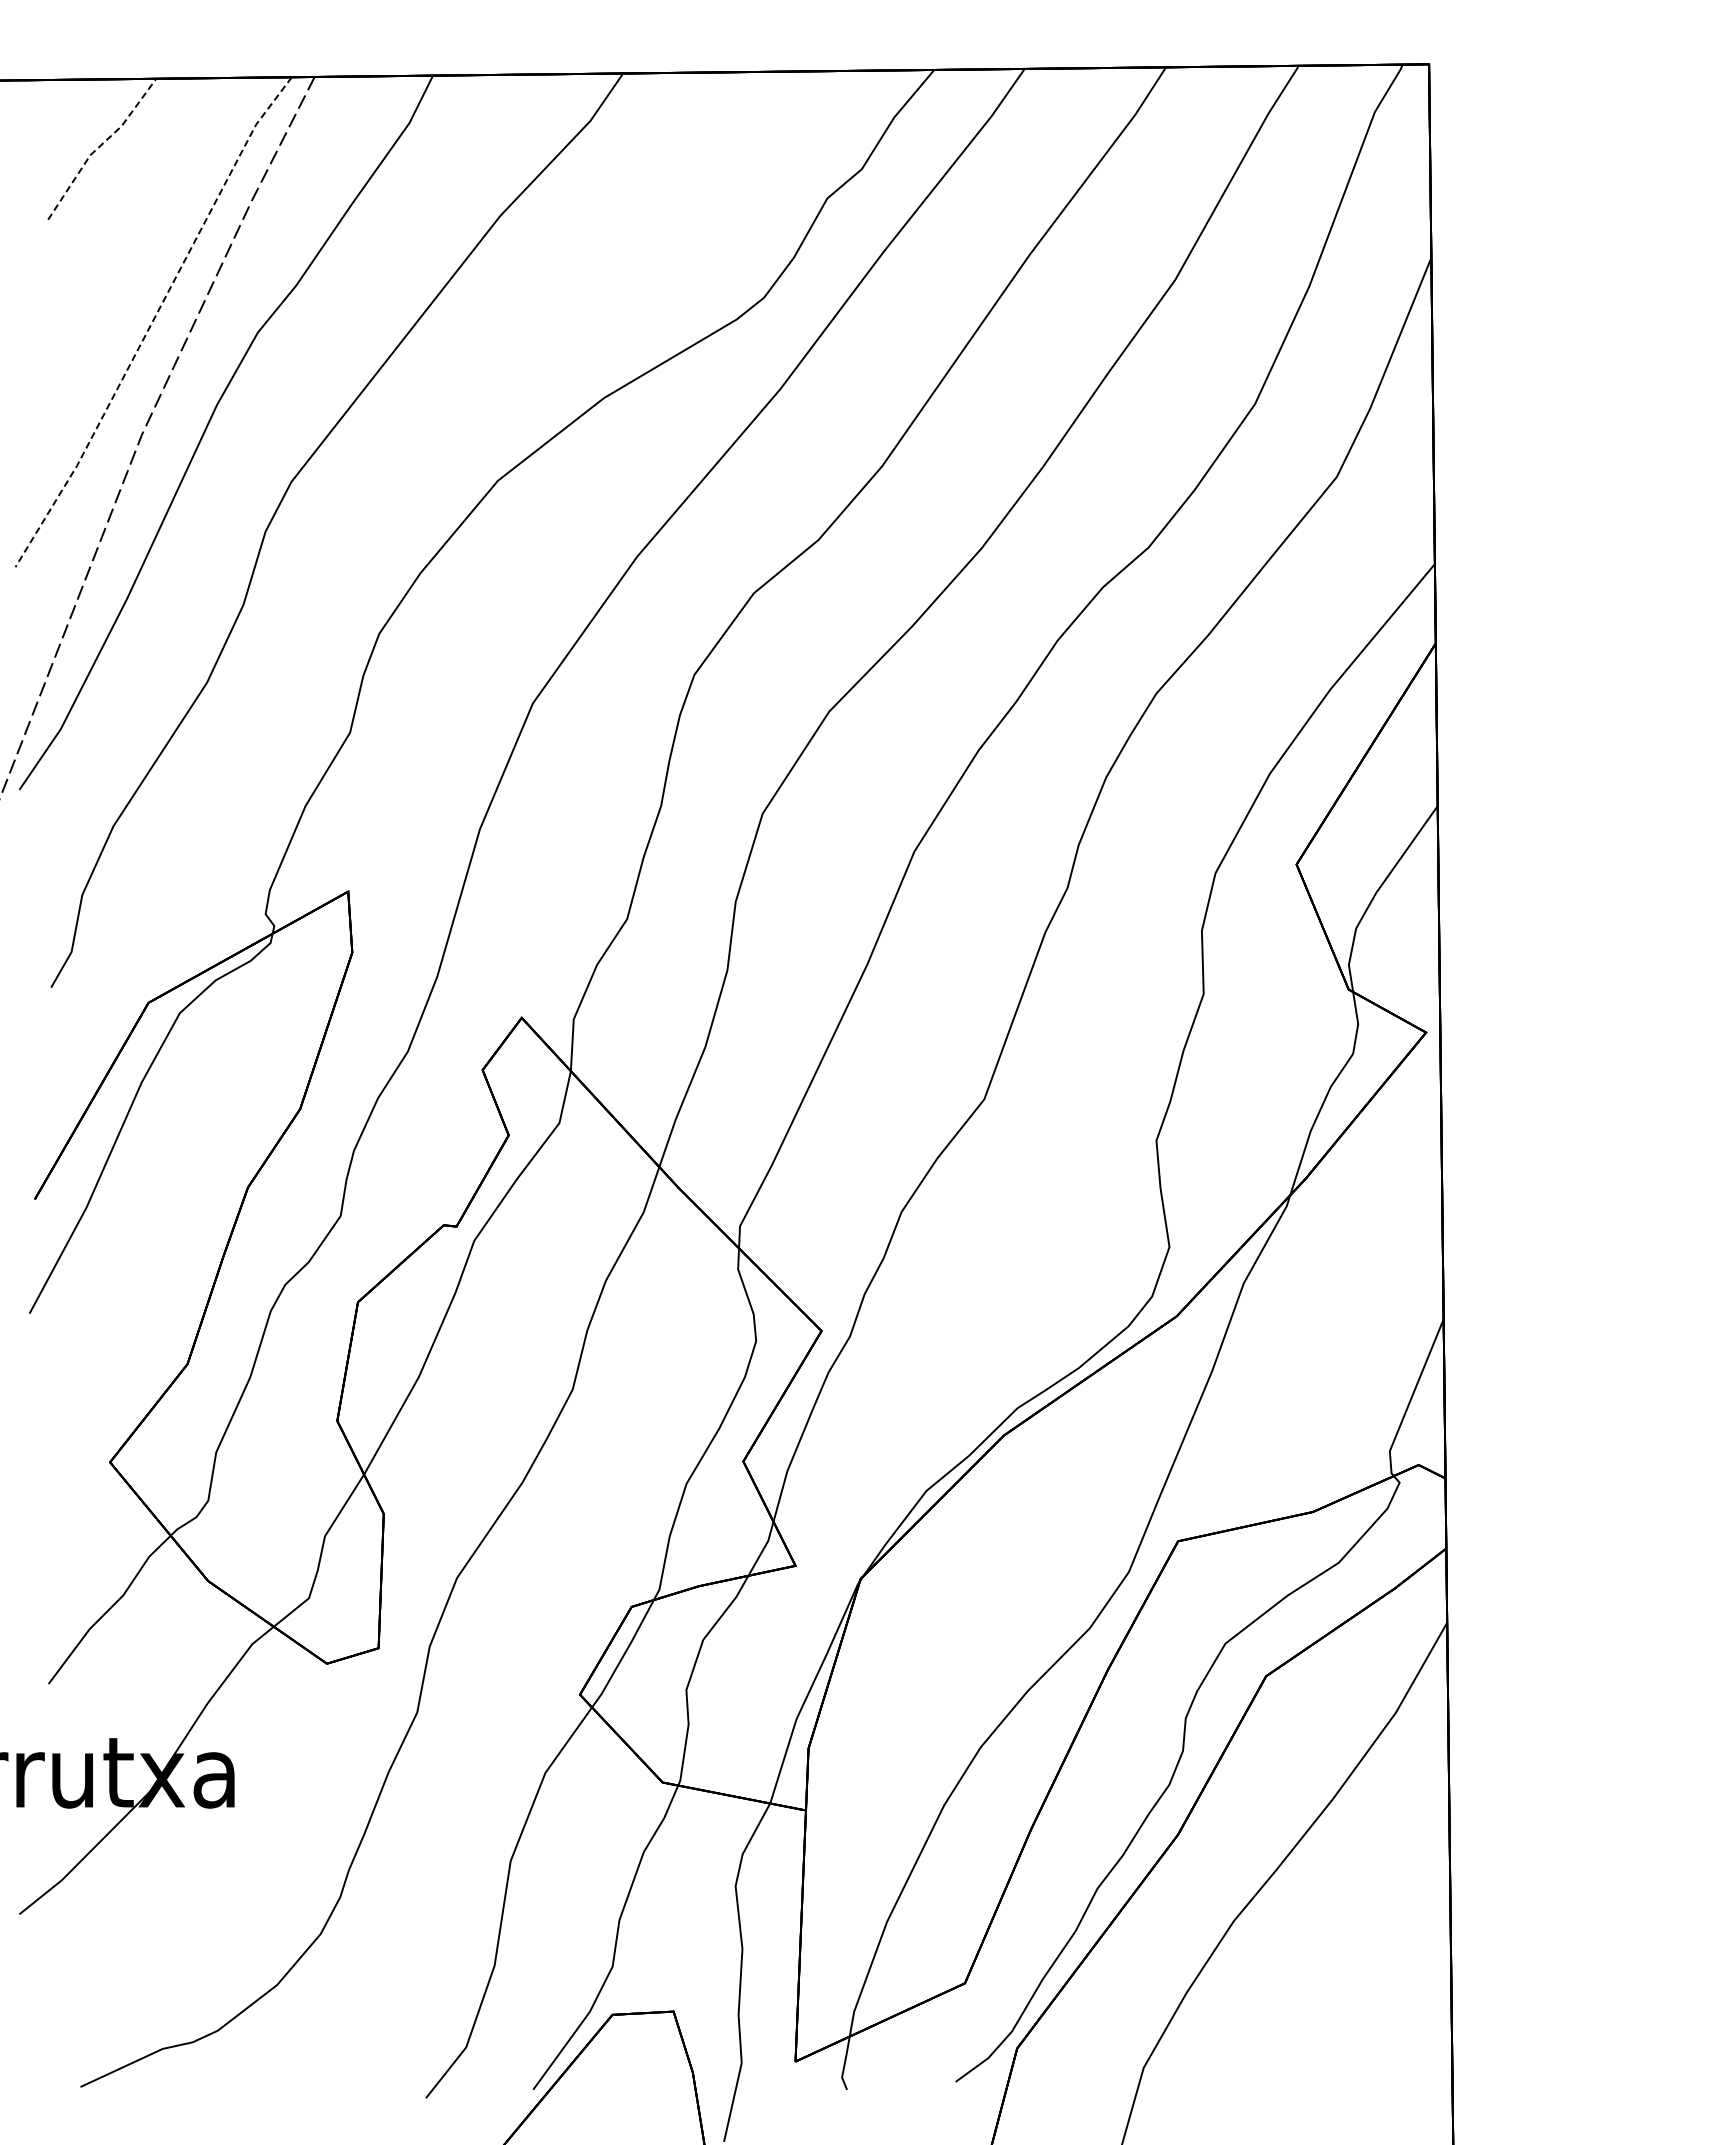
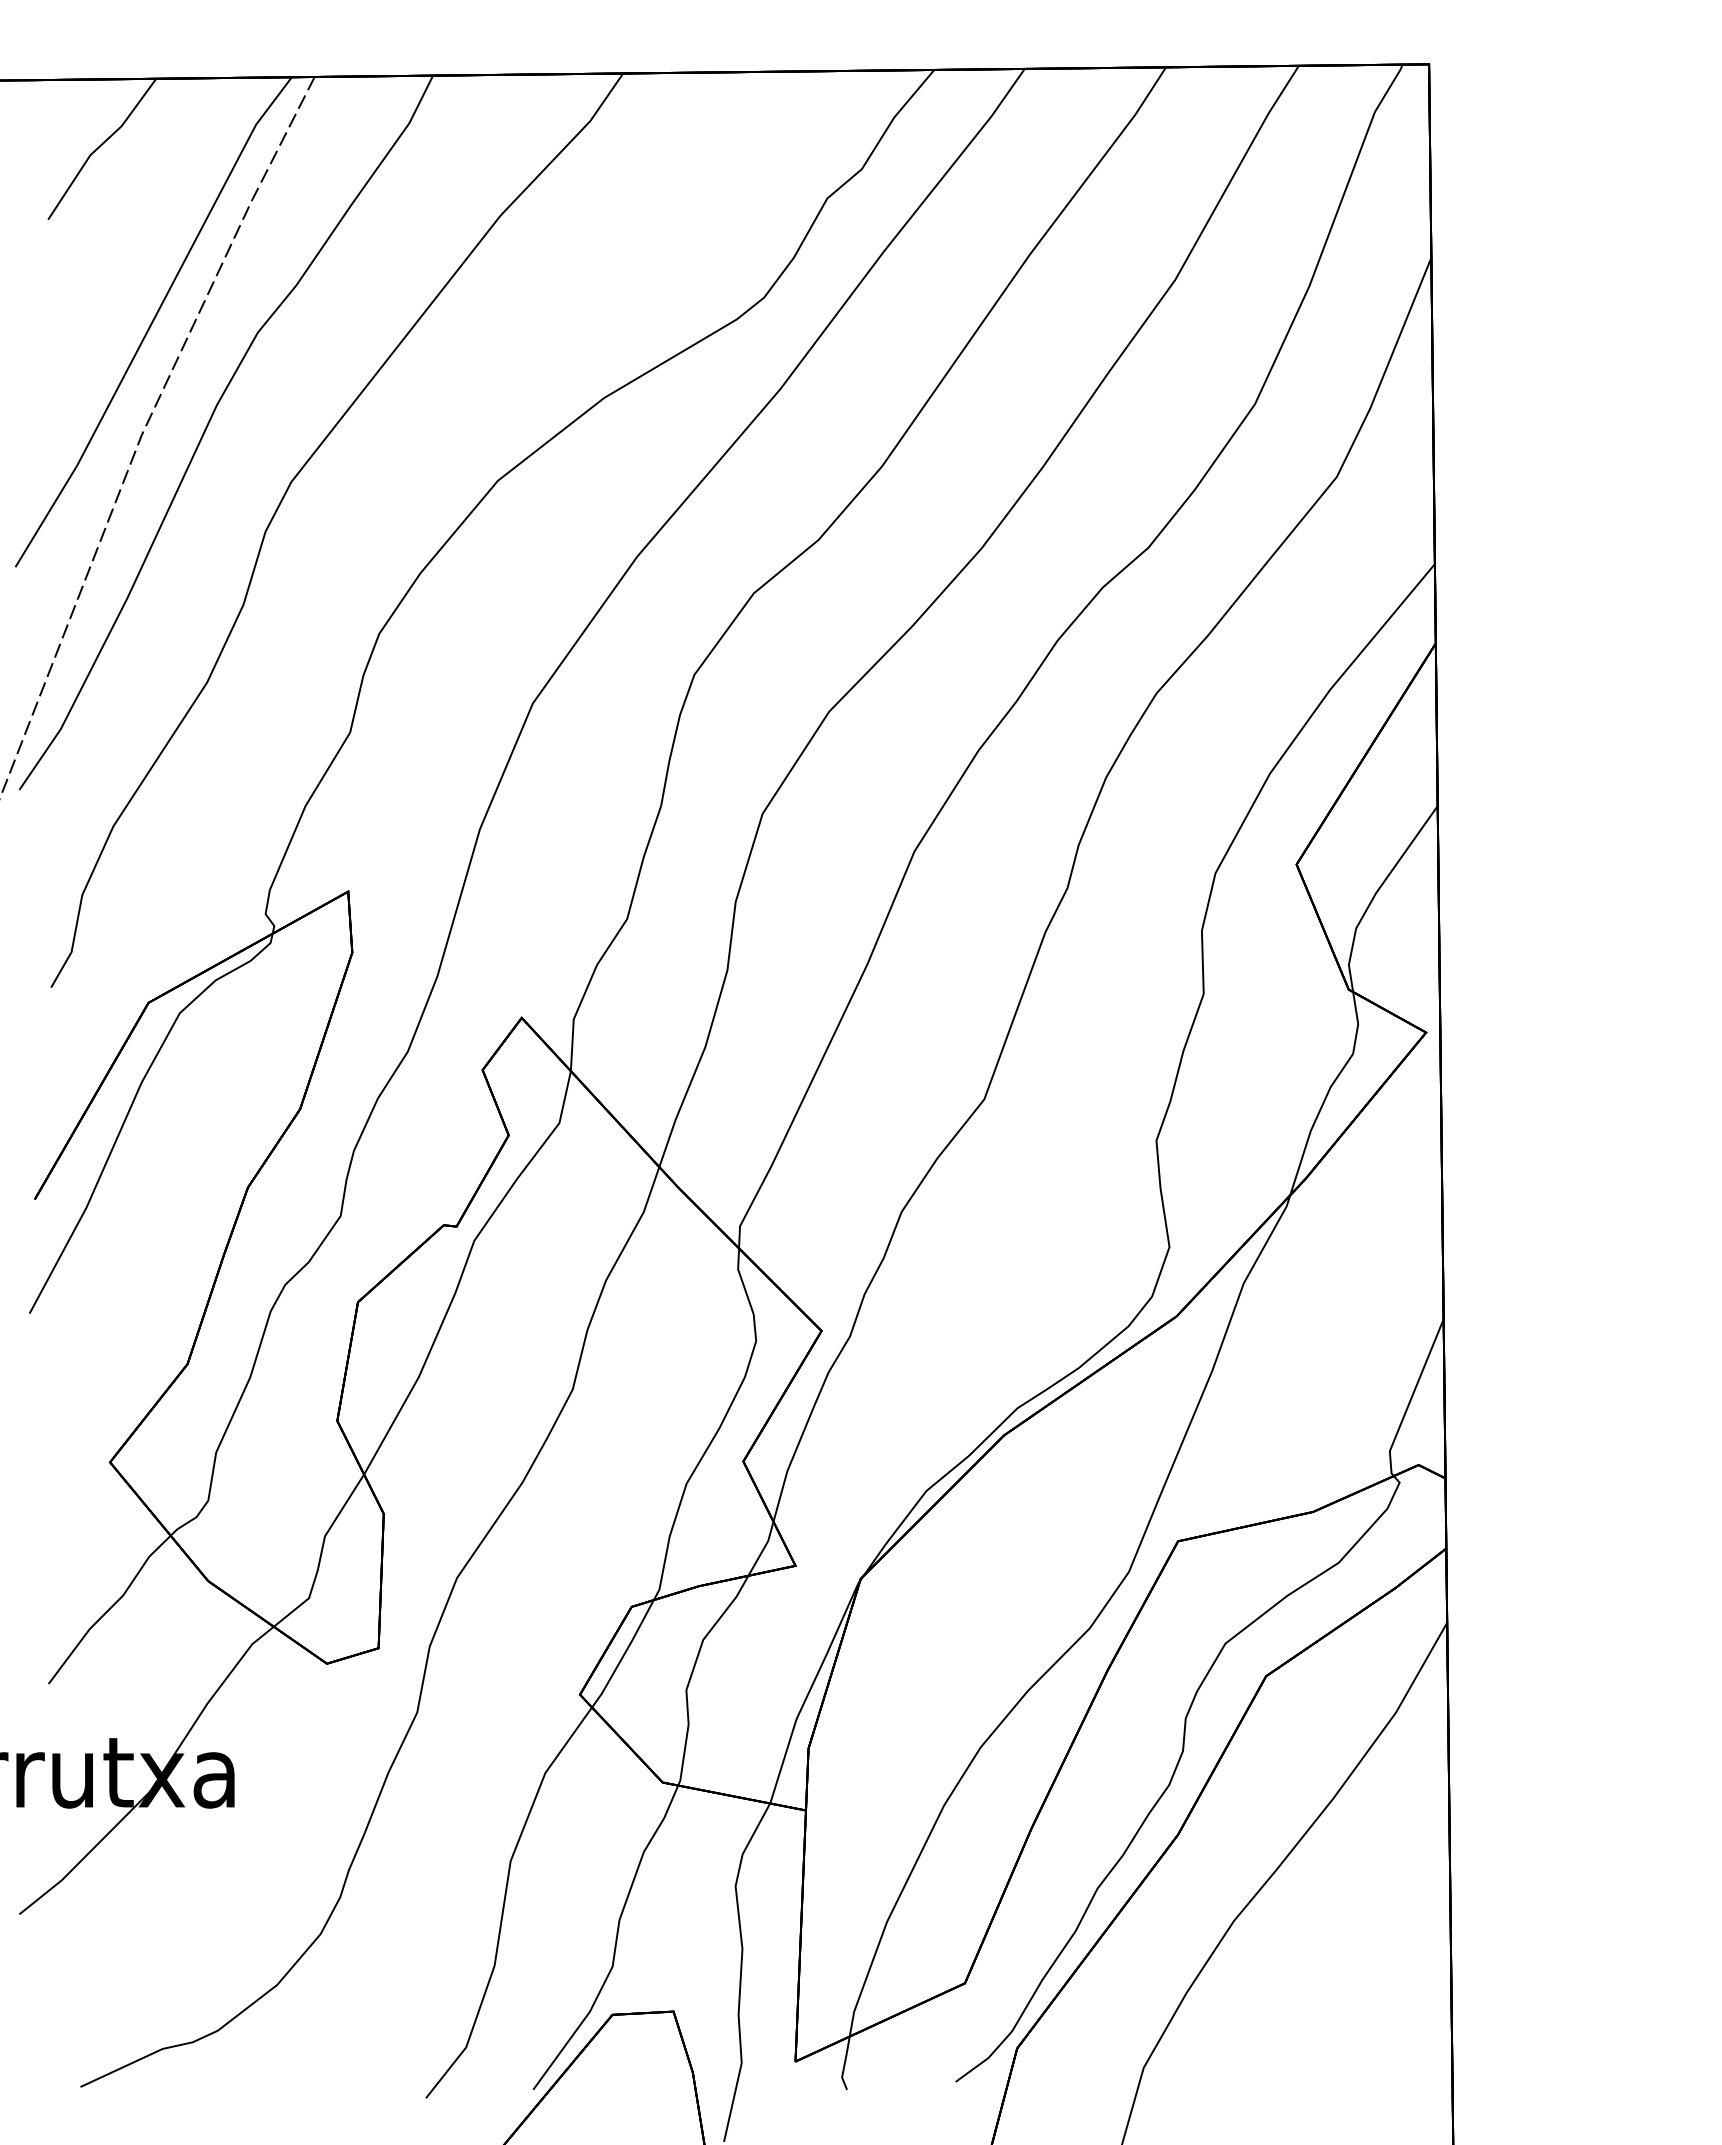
line at (99, 147): dashed -> solid
line at (152, 321): dashed -> solid
